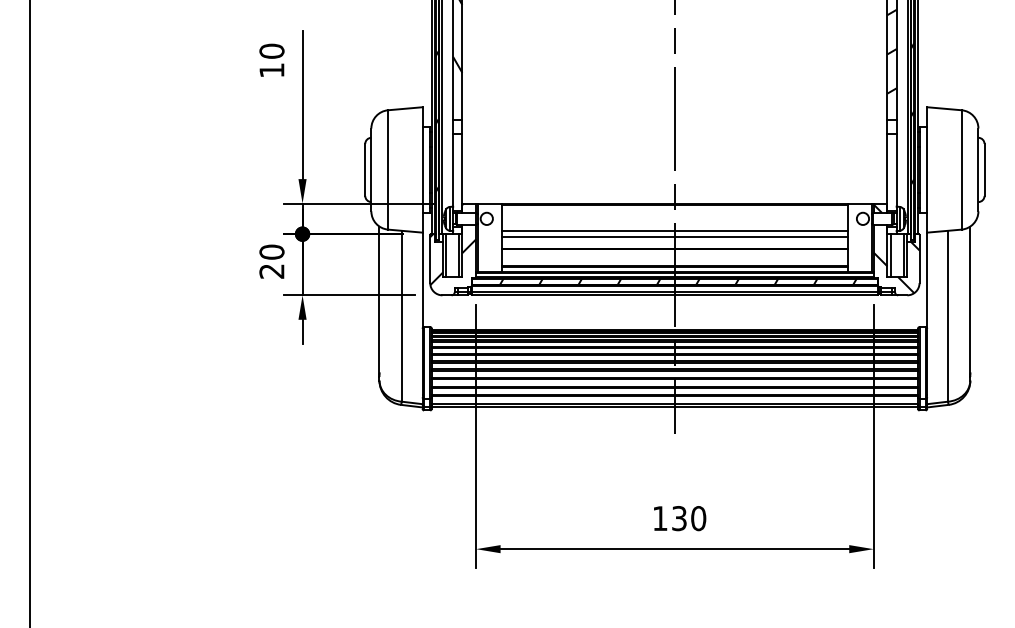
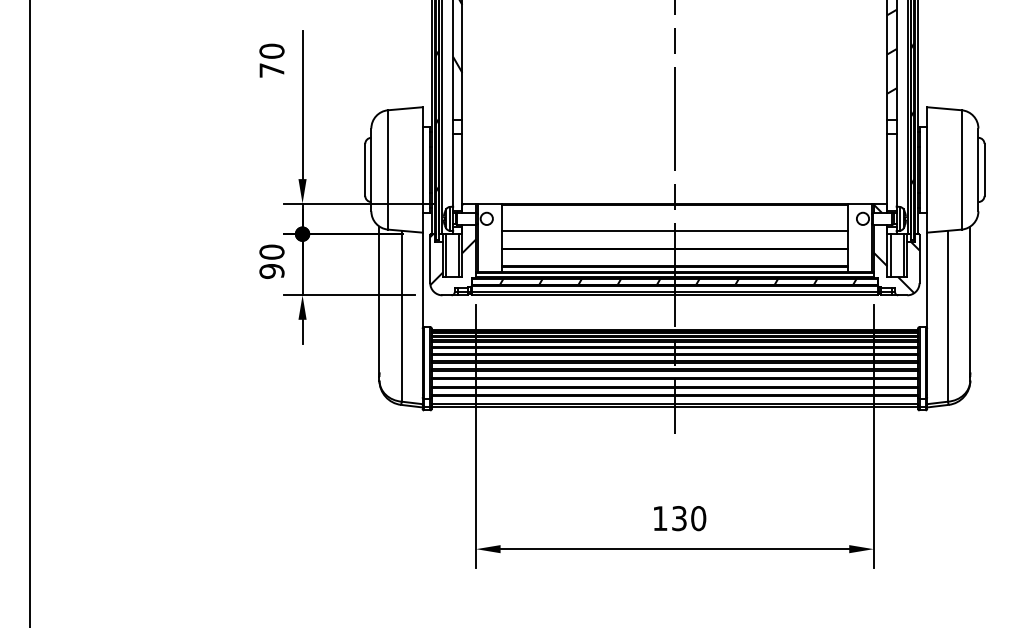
text at (271, 70): 10 -> 70
line at (674, 237): present -> none
text at (271, 271): 20 -> 90
